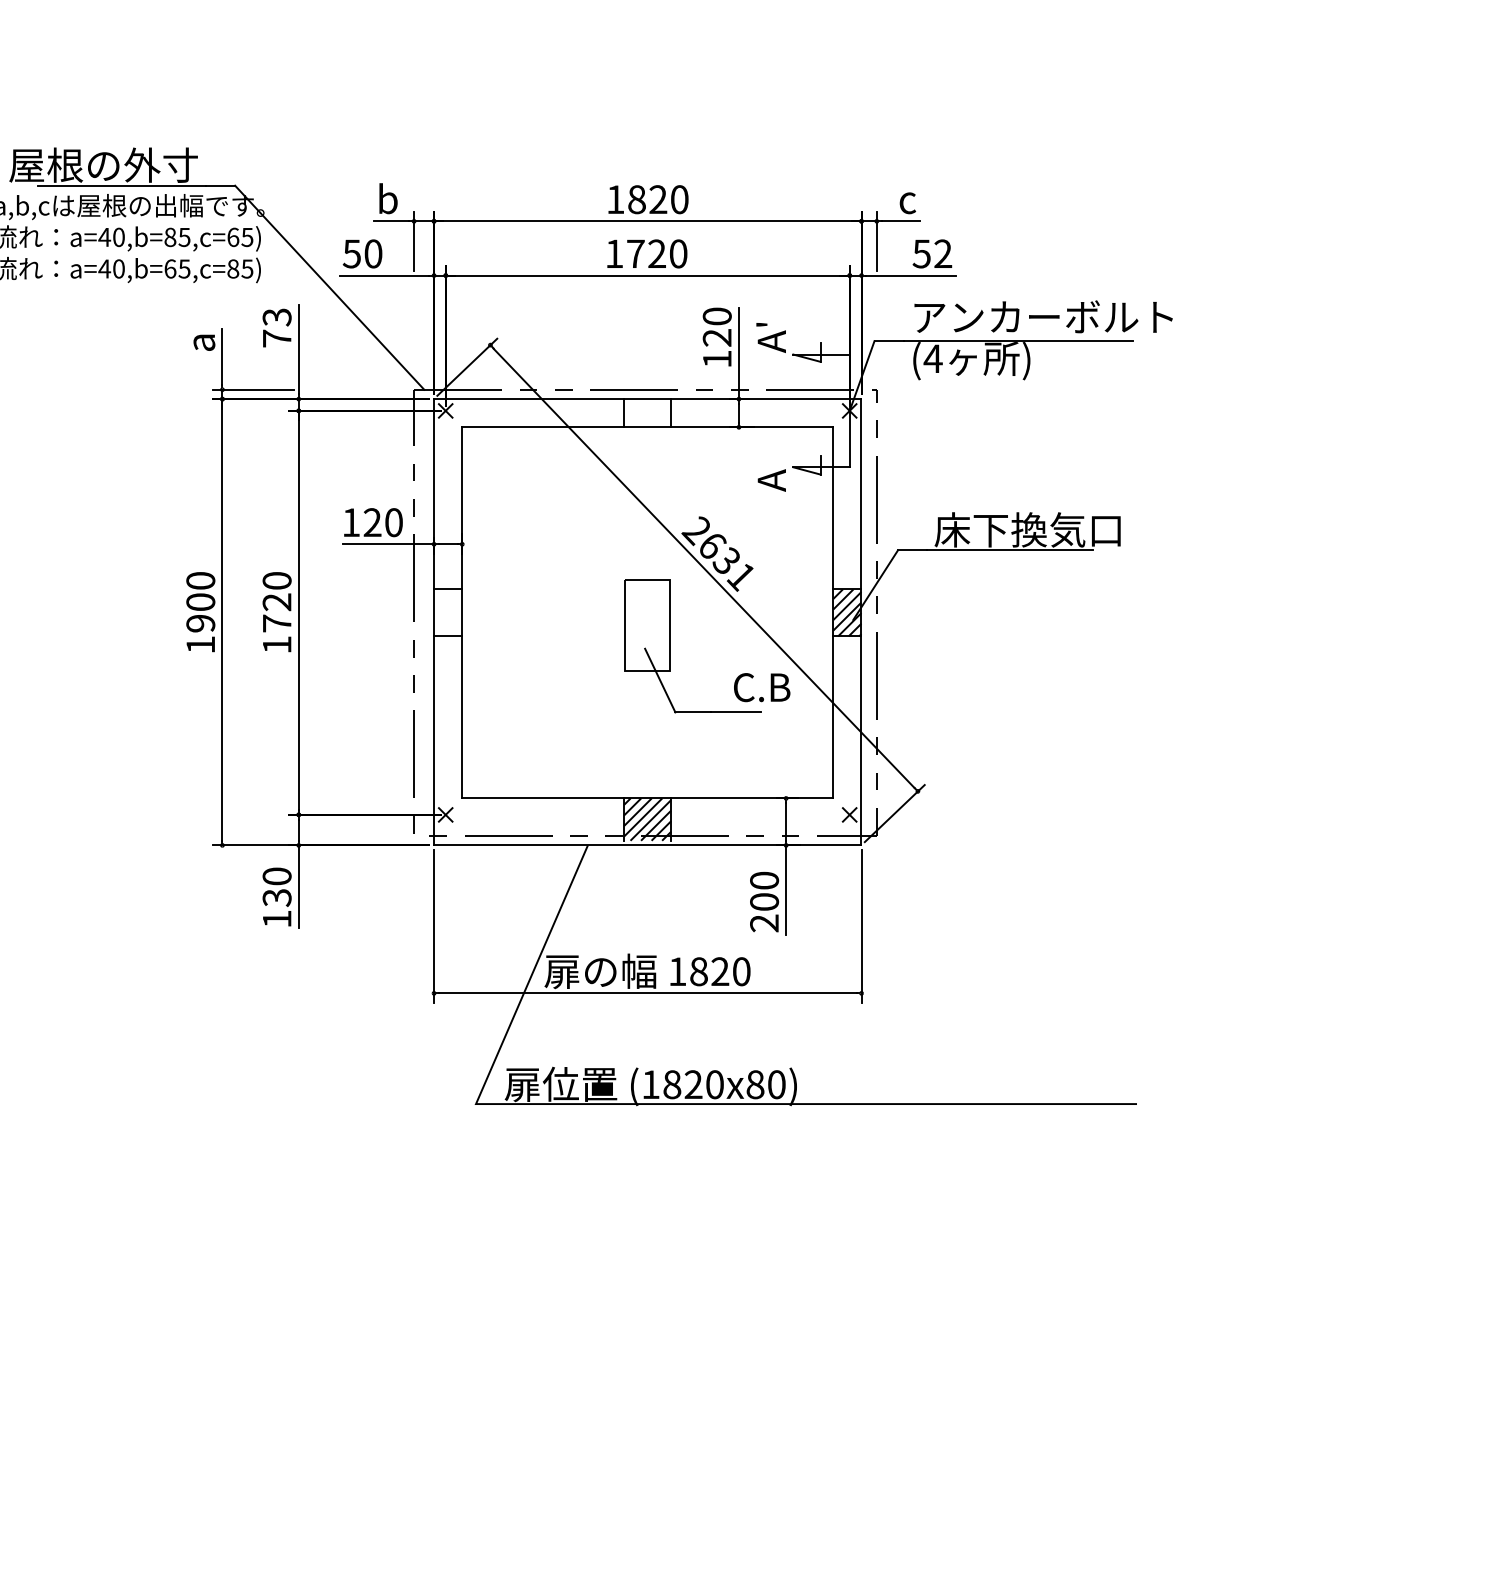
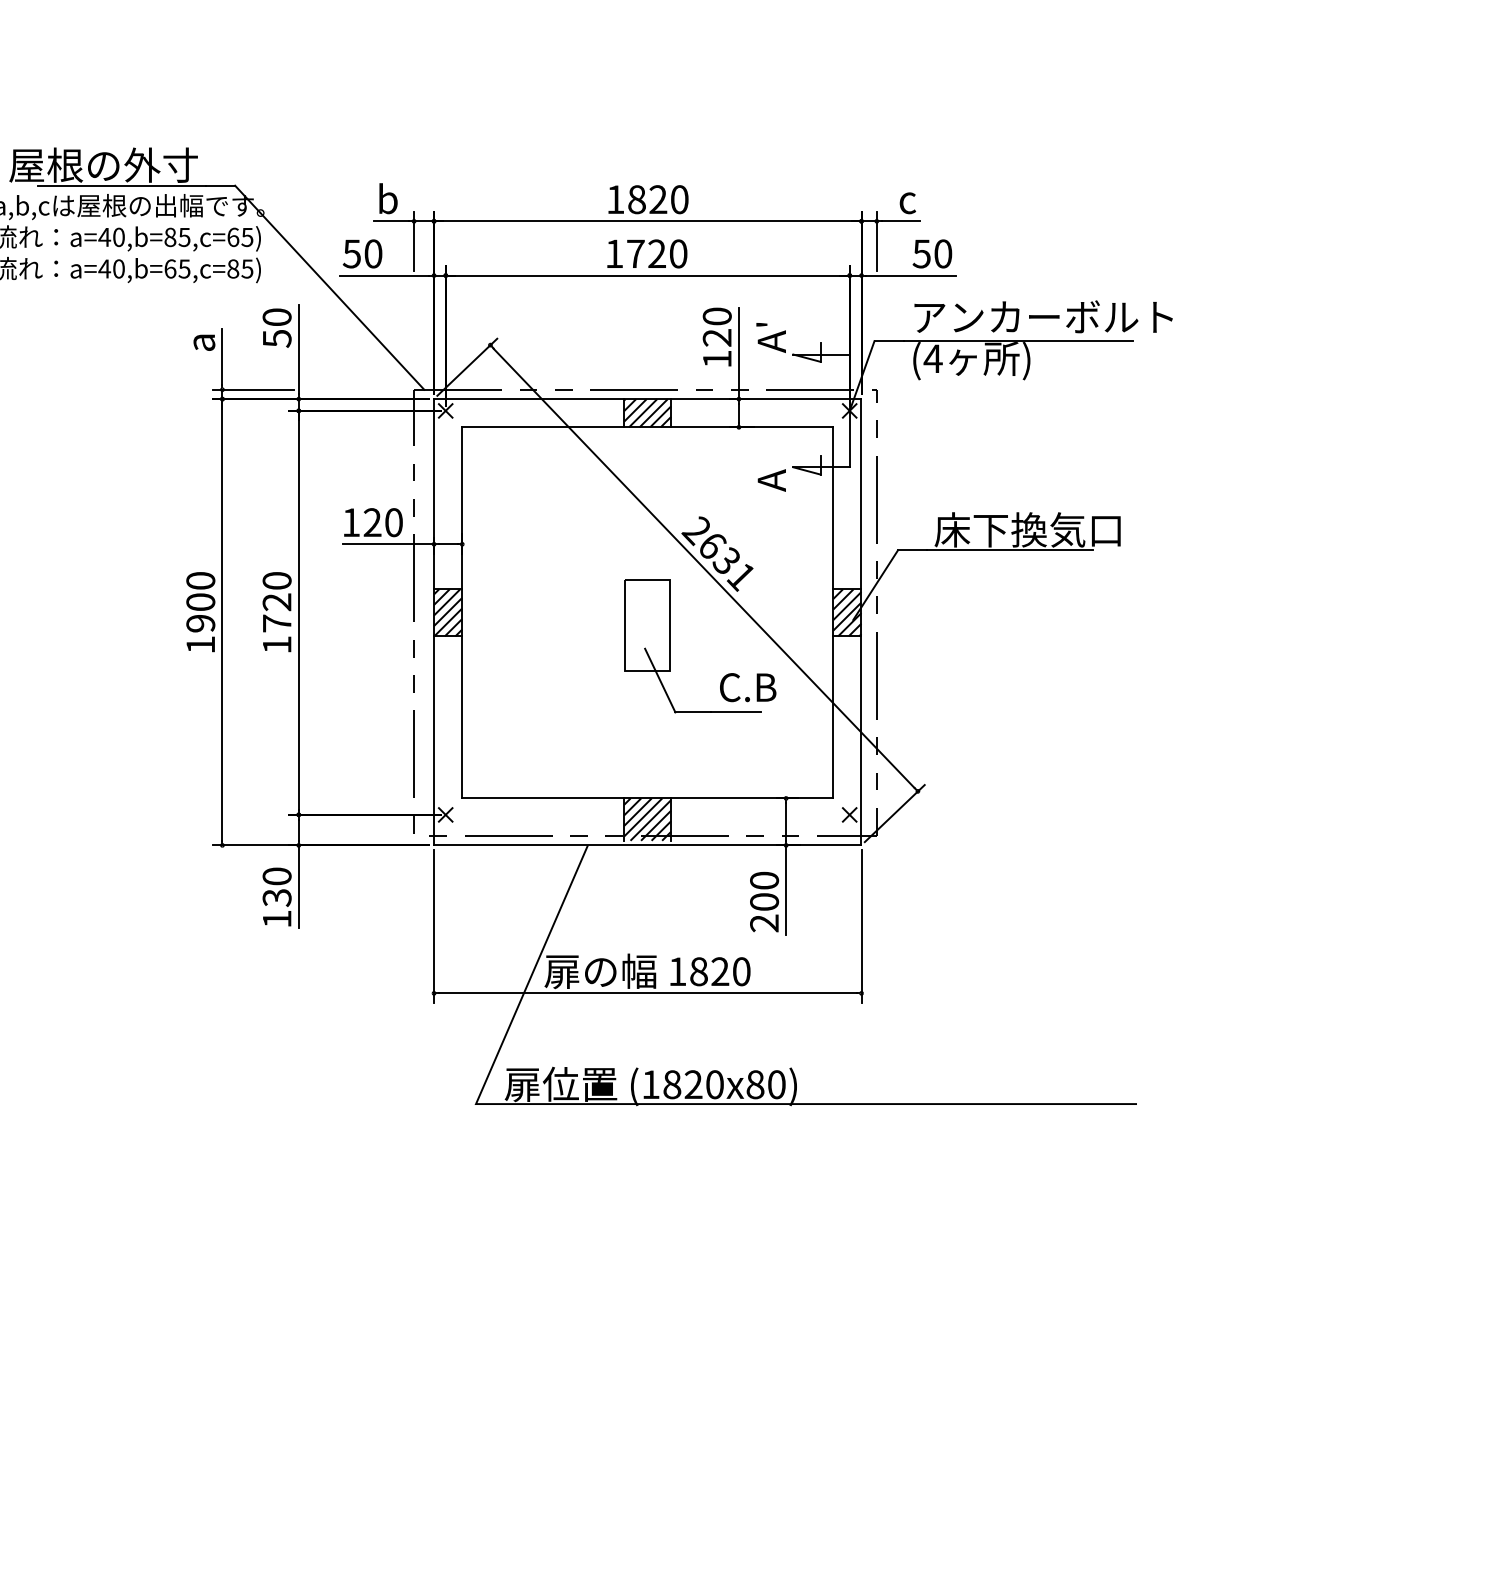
text at (943, 253): 52 -> 50
text at (276, 327): 73 -> 50
hatch at (647, 413): none -> present
hatch at (447, 612): none -> present
text at (762, 687) position: (762, 687) -> (748, 687)
